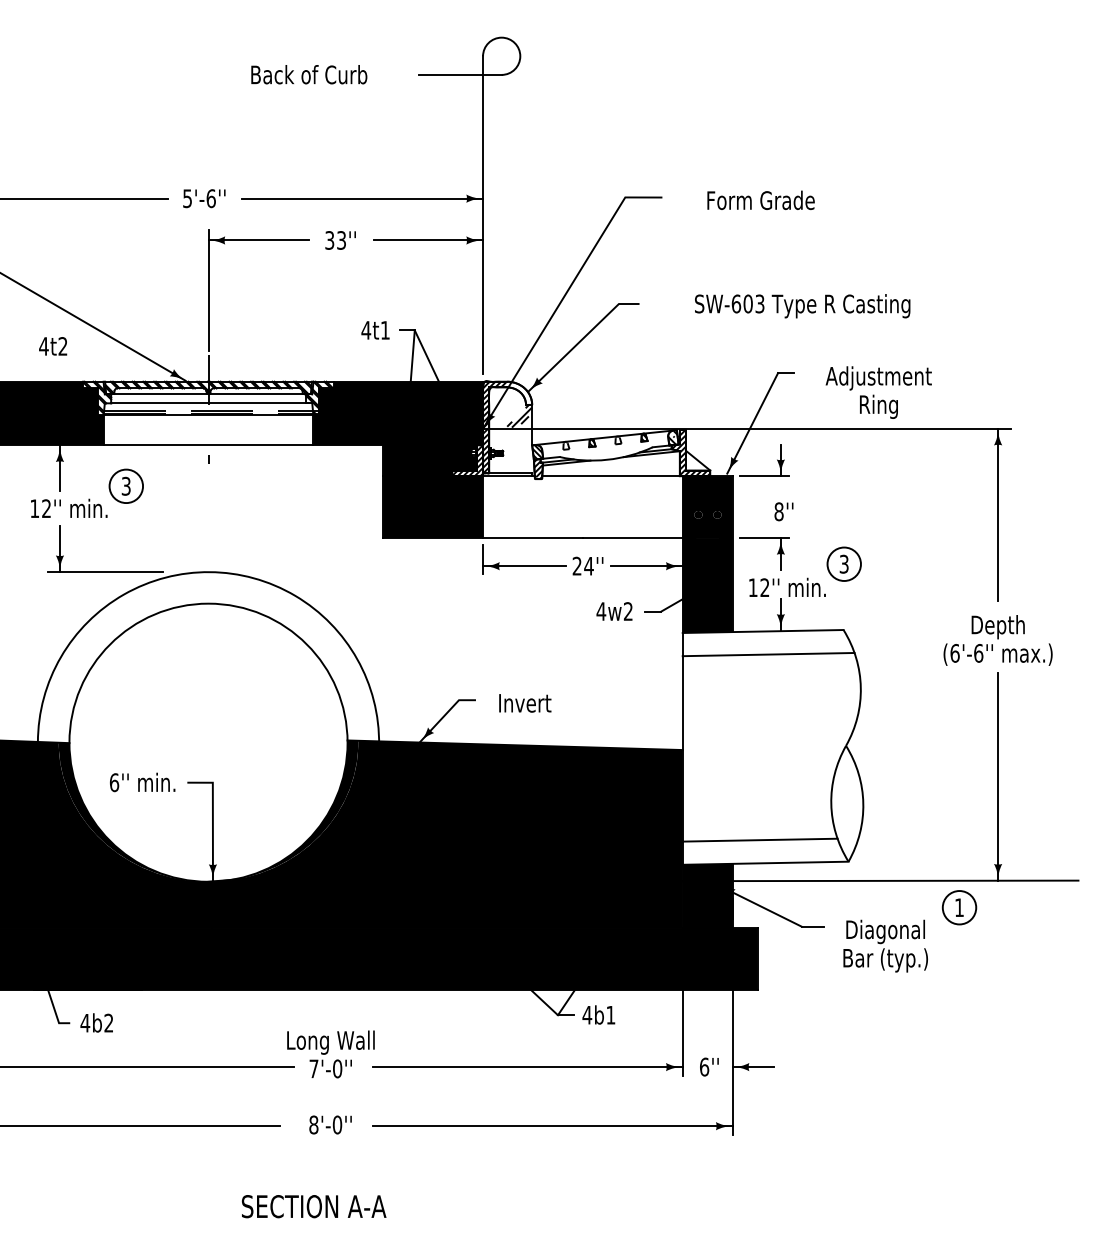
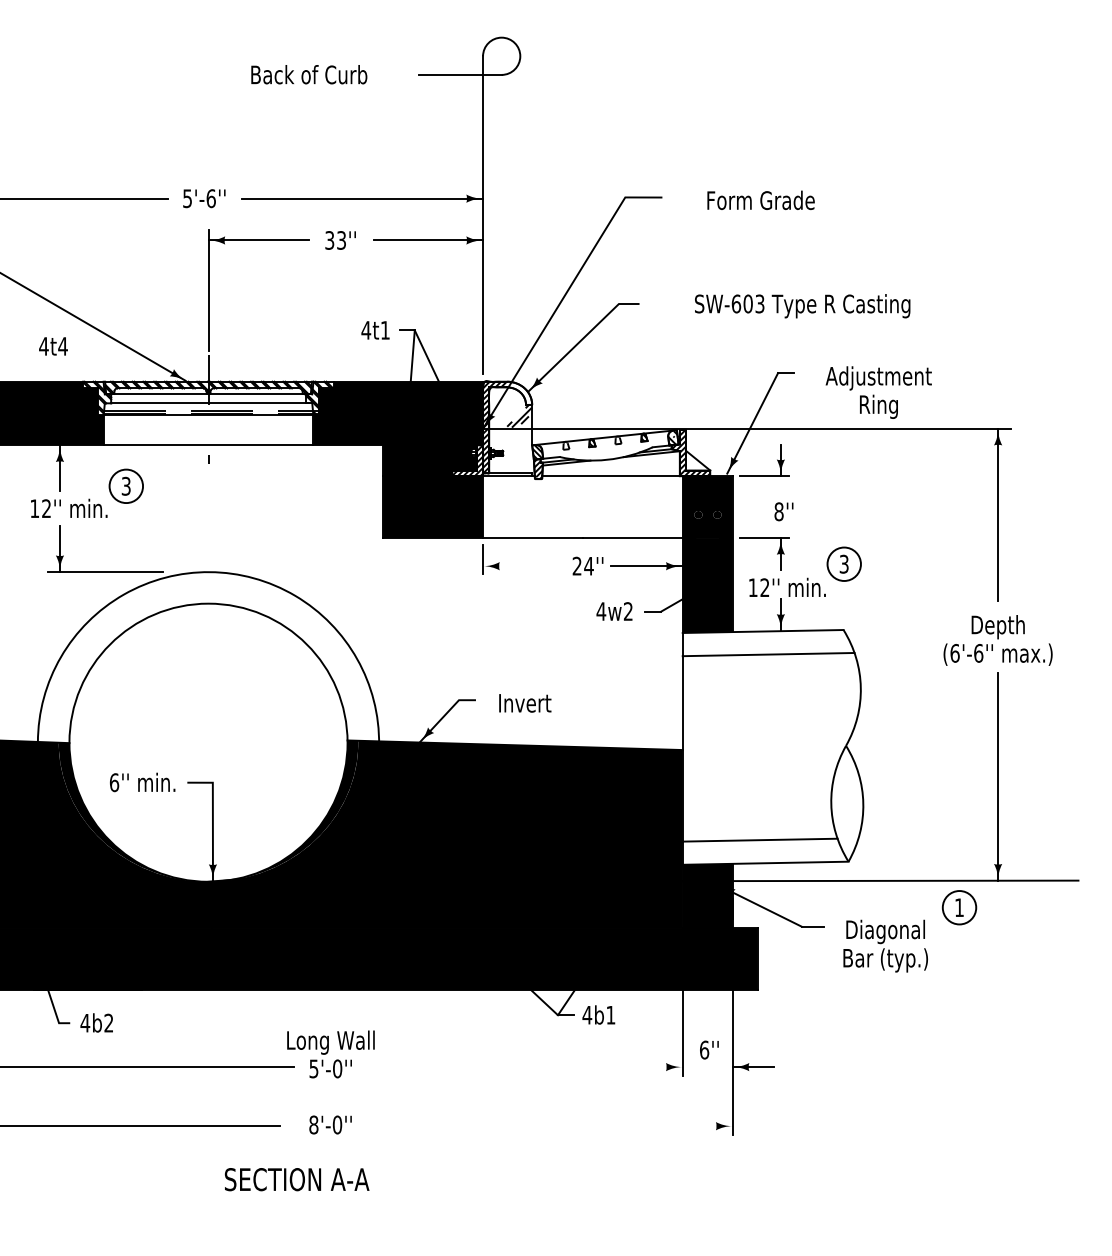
text at (62, 346): 4t2 -> 4t4
line at (524, 566): present -> none
text at (709, 1066) position: (709, 1066) -> (709, 1049)
line at (527, 1067): present -> none
text at (313, 1068): 7'-0'' -> 5'-0''
line at (552, 1126): present -> none
text at (313, 1206) position: (313, 1206) -> (296, 1179)
